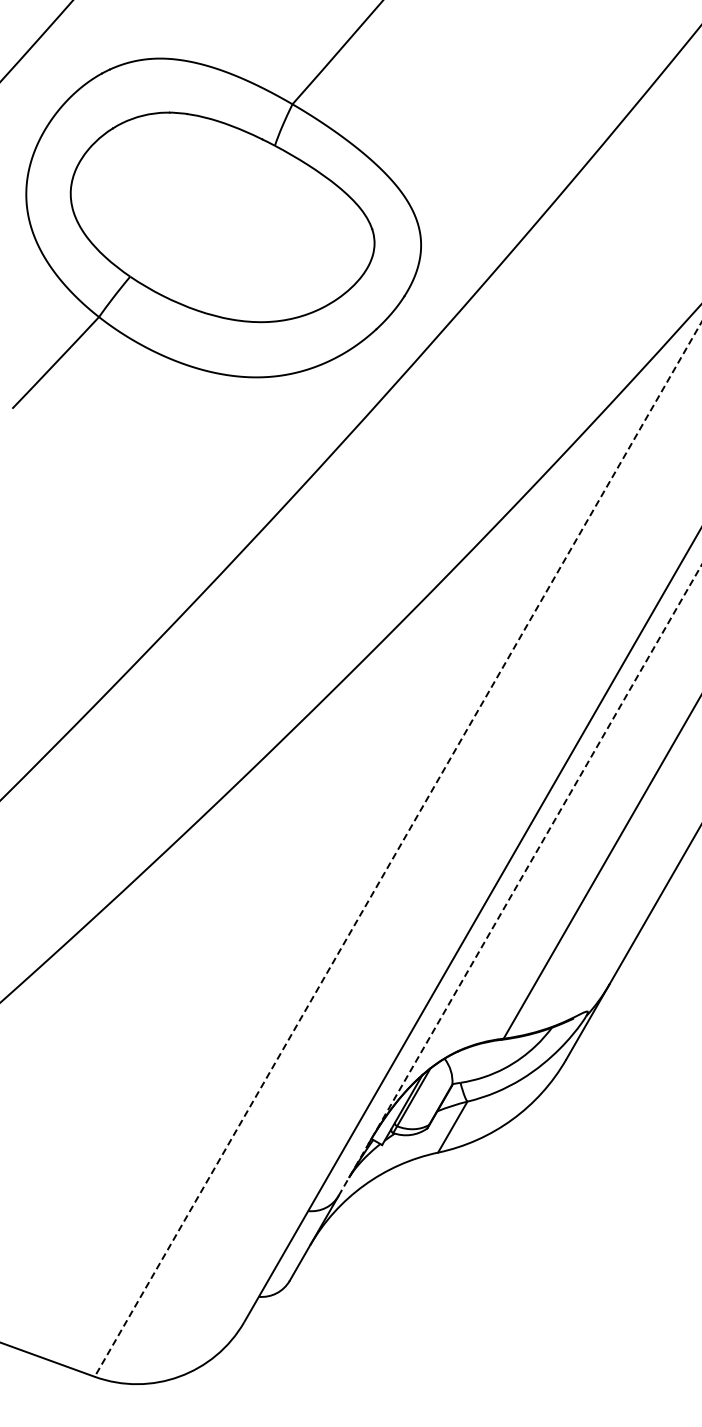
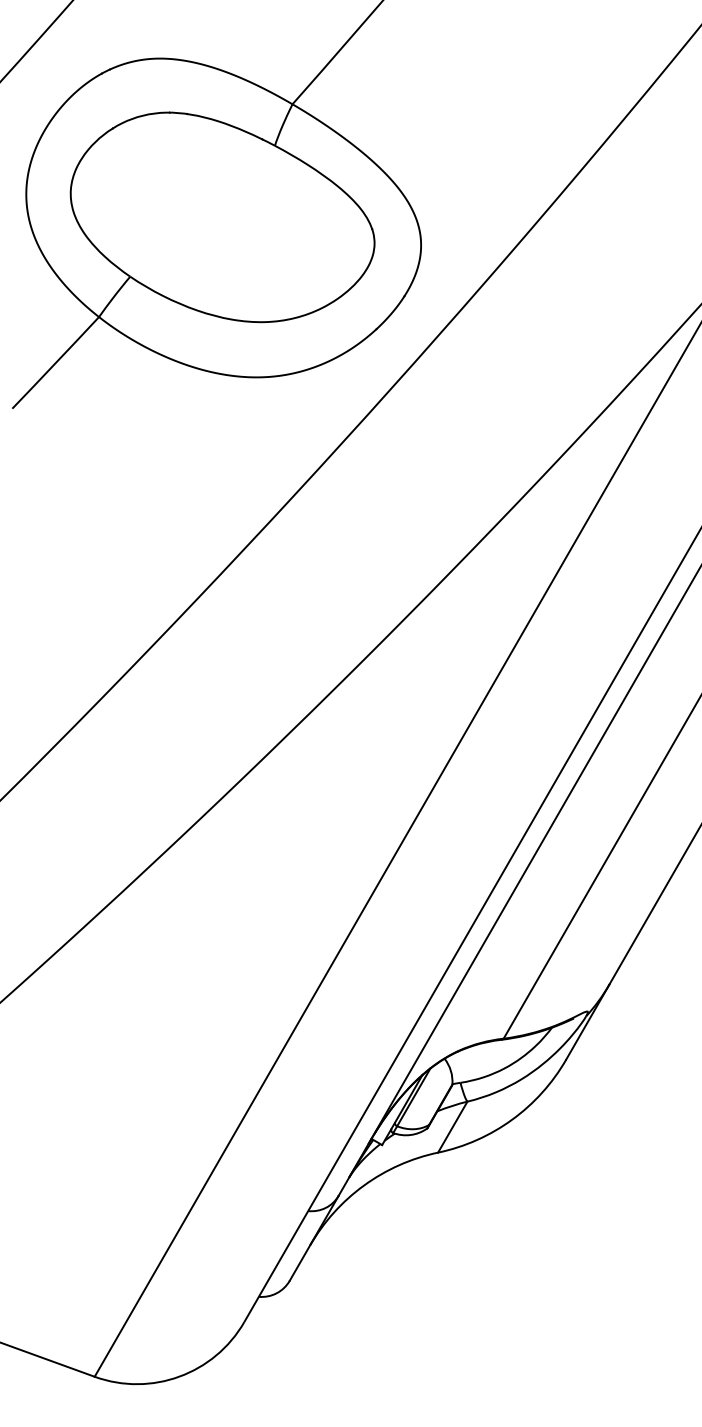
line at (398, 849): dashed -> solid
line at (520, 880): dashed -> solid
